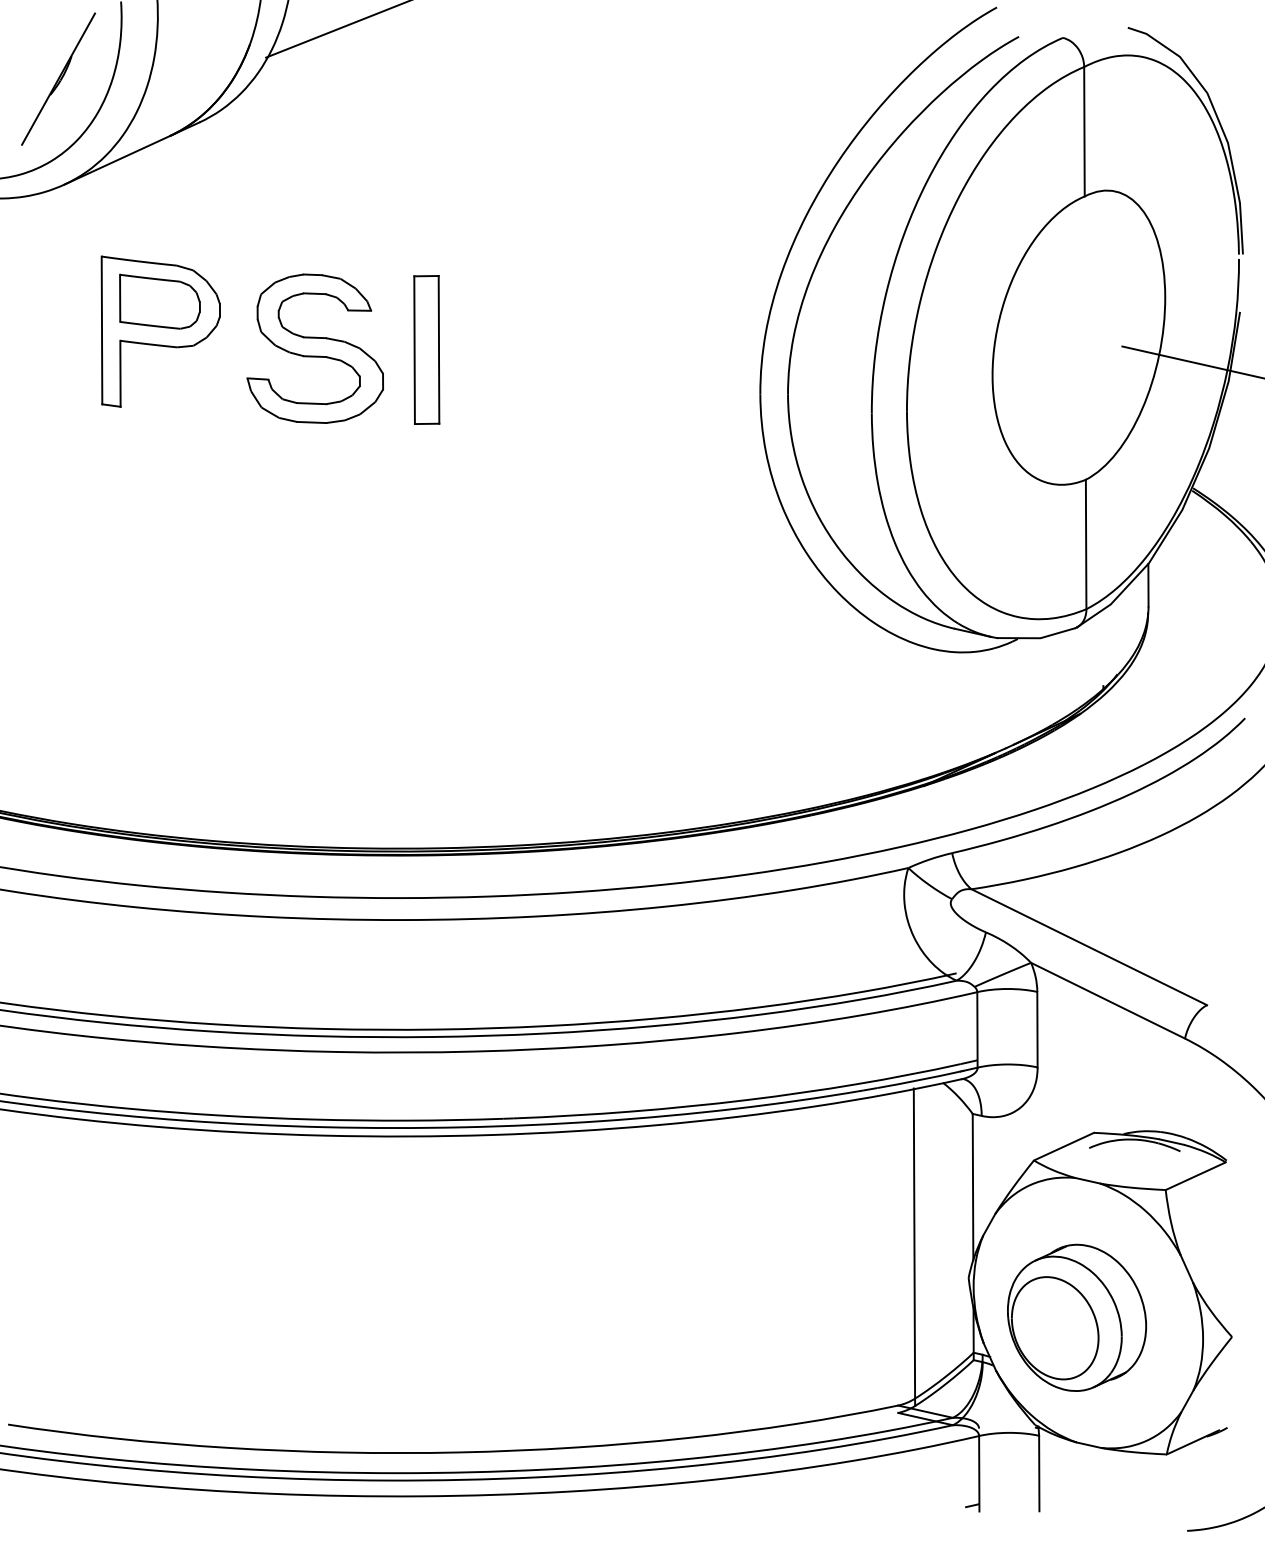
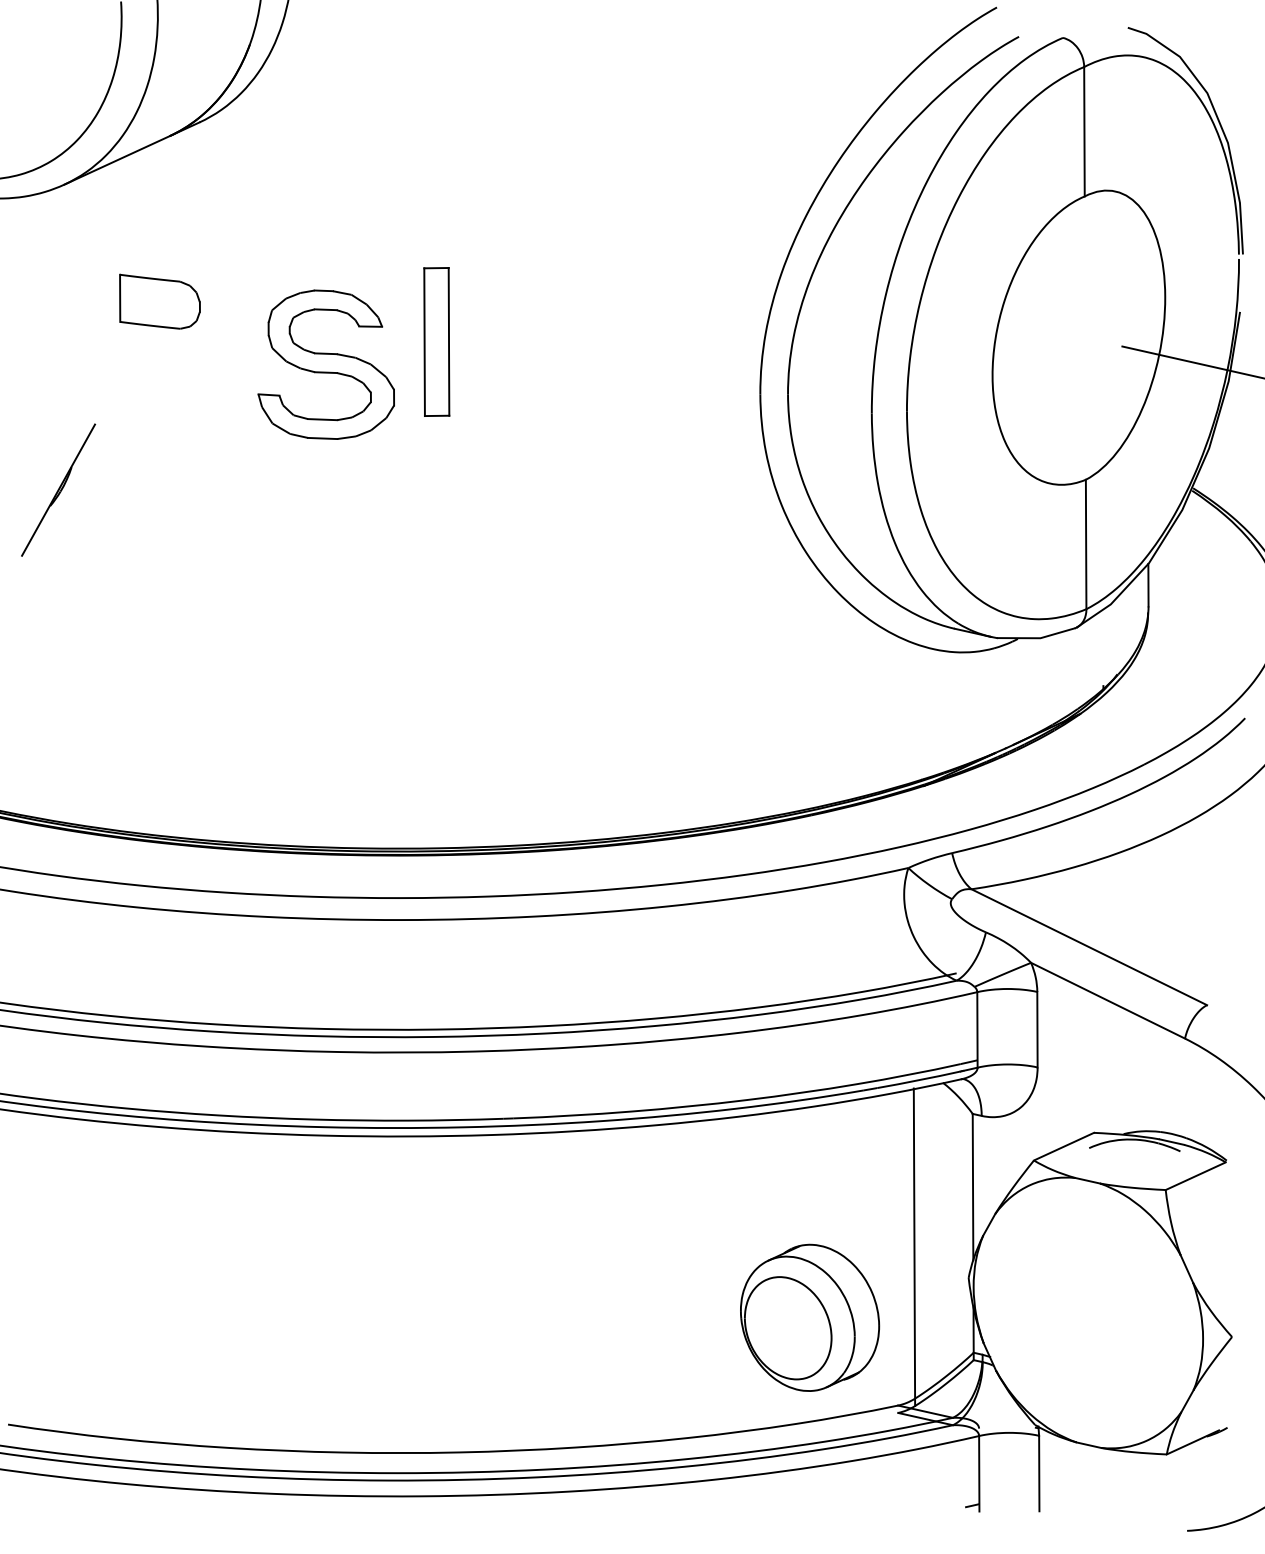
line at (336, 29): present -> none
part at (58, 78) position: (58, 78) -> (58, 489)
part at (160, 331): present -> none
part at (314, 348) position: (314, 348) -> (325, 364)
part at (426, 349) position: (426, 349) -> (436, 341)
part at (1077, 1317) position: (1077, 1317) -> (810, 1317)
